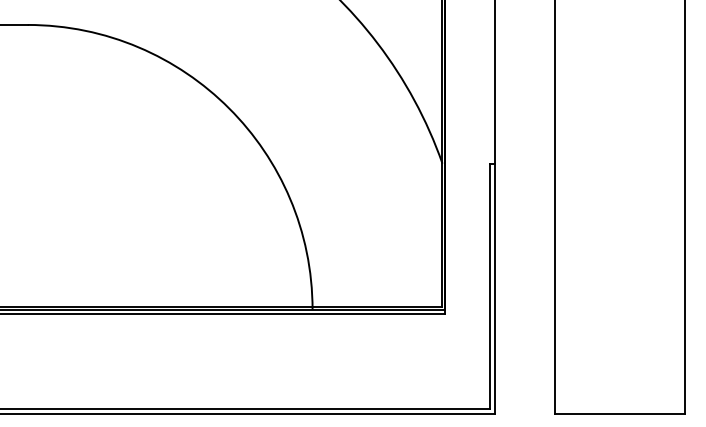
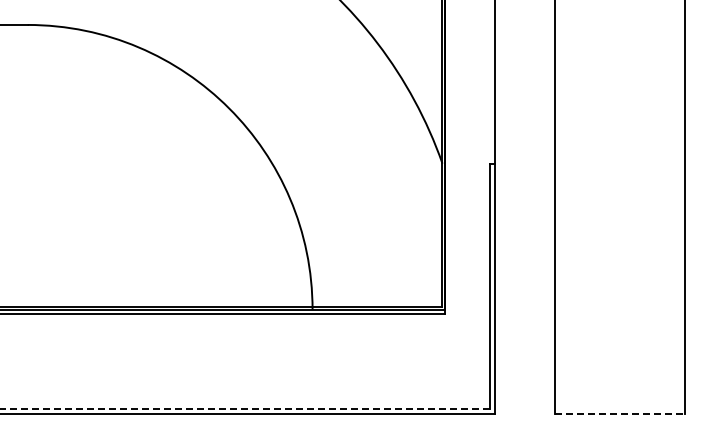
line at (245, 409): solid -> dashed
line at (619, 414): solid -> dashed
